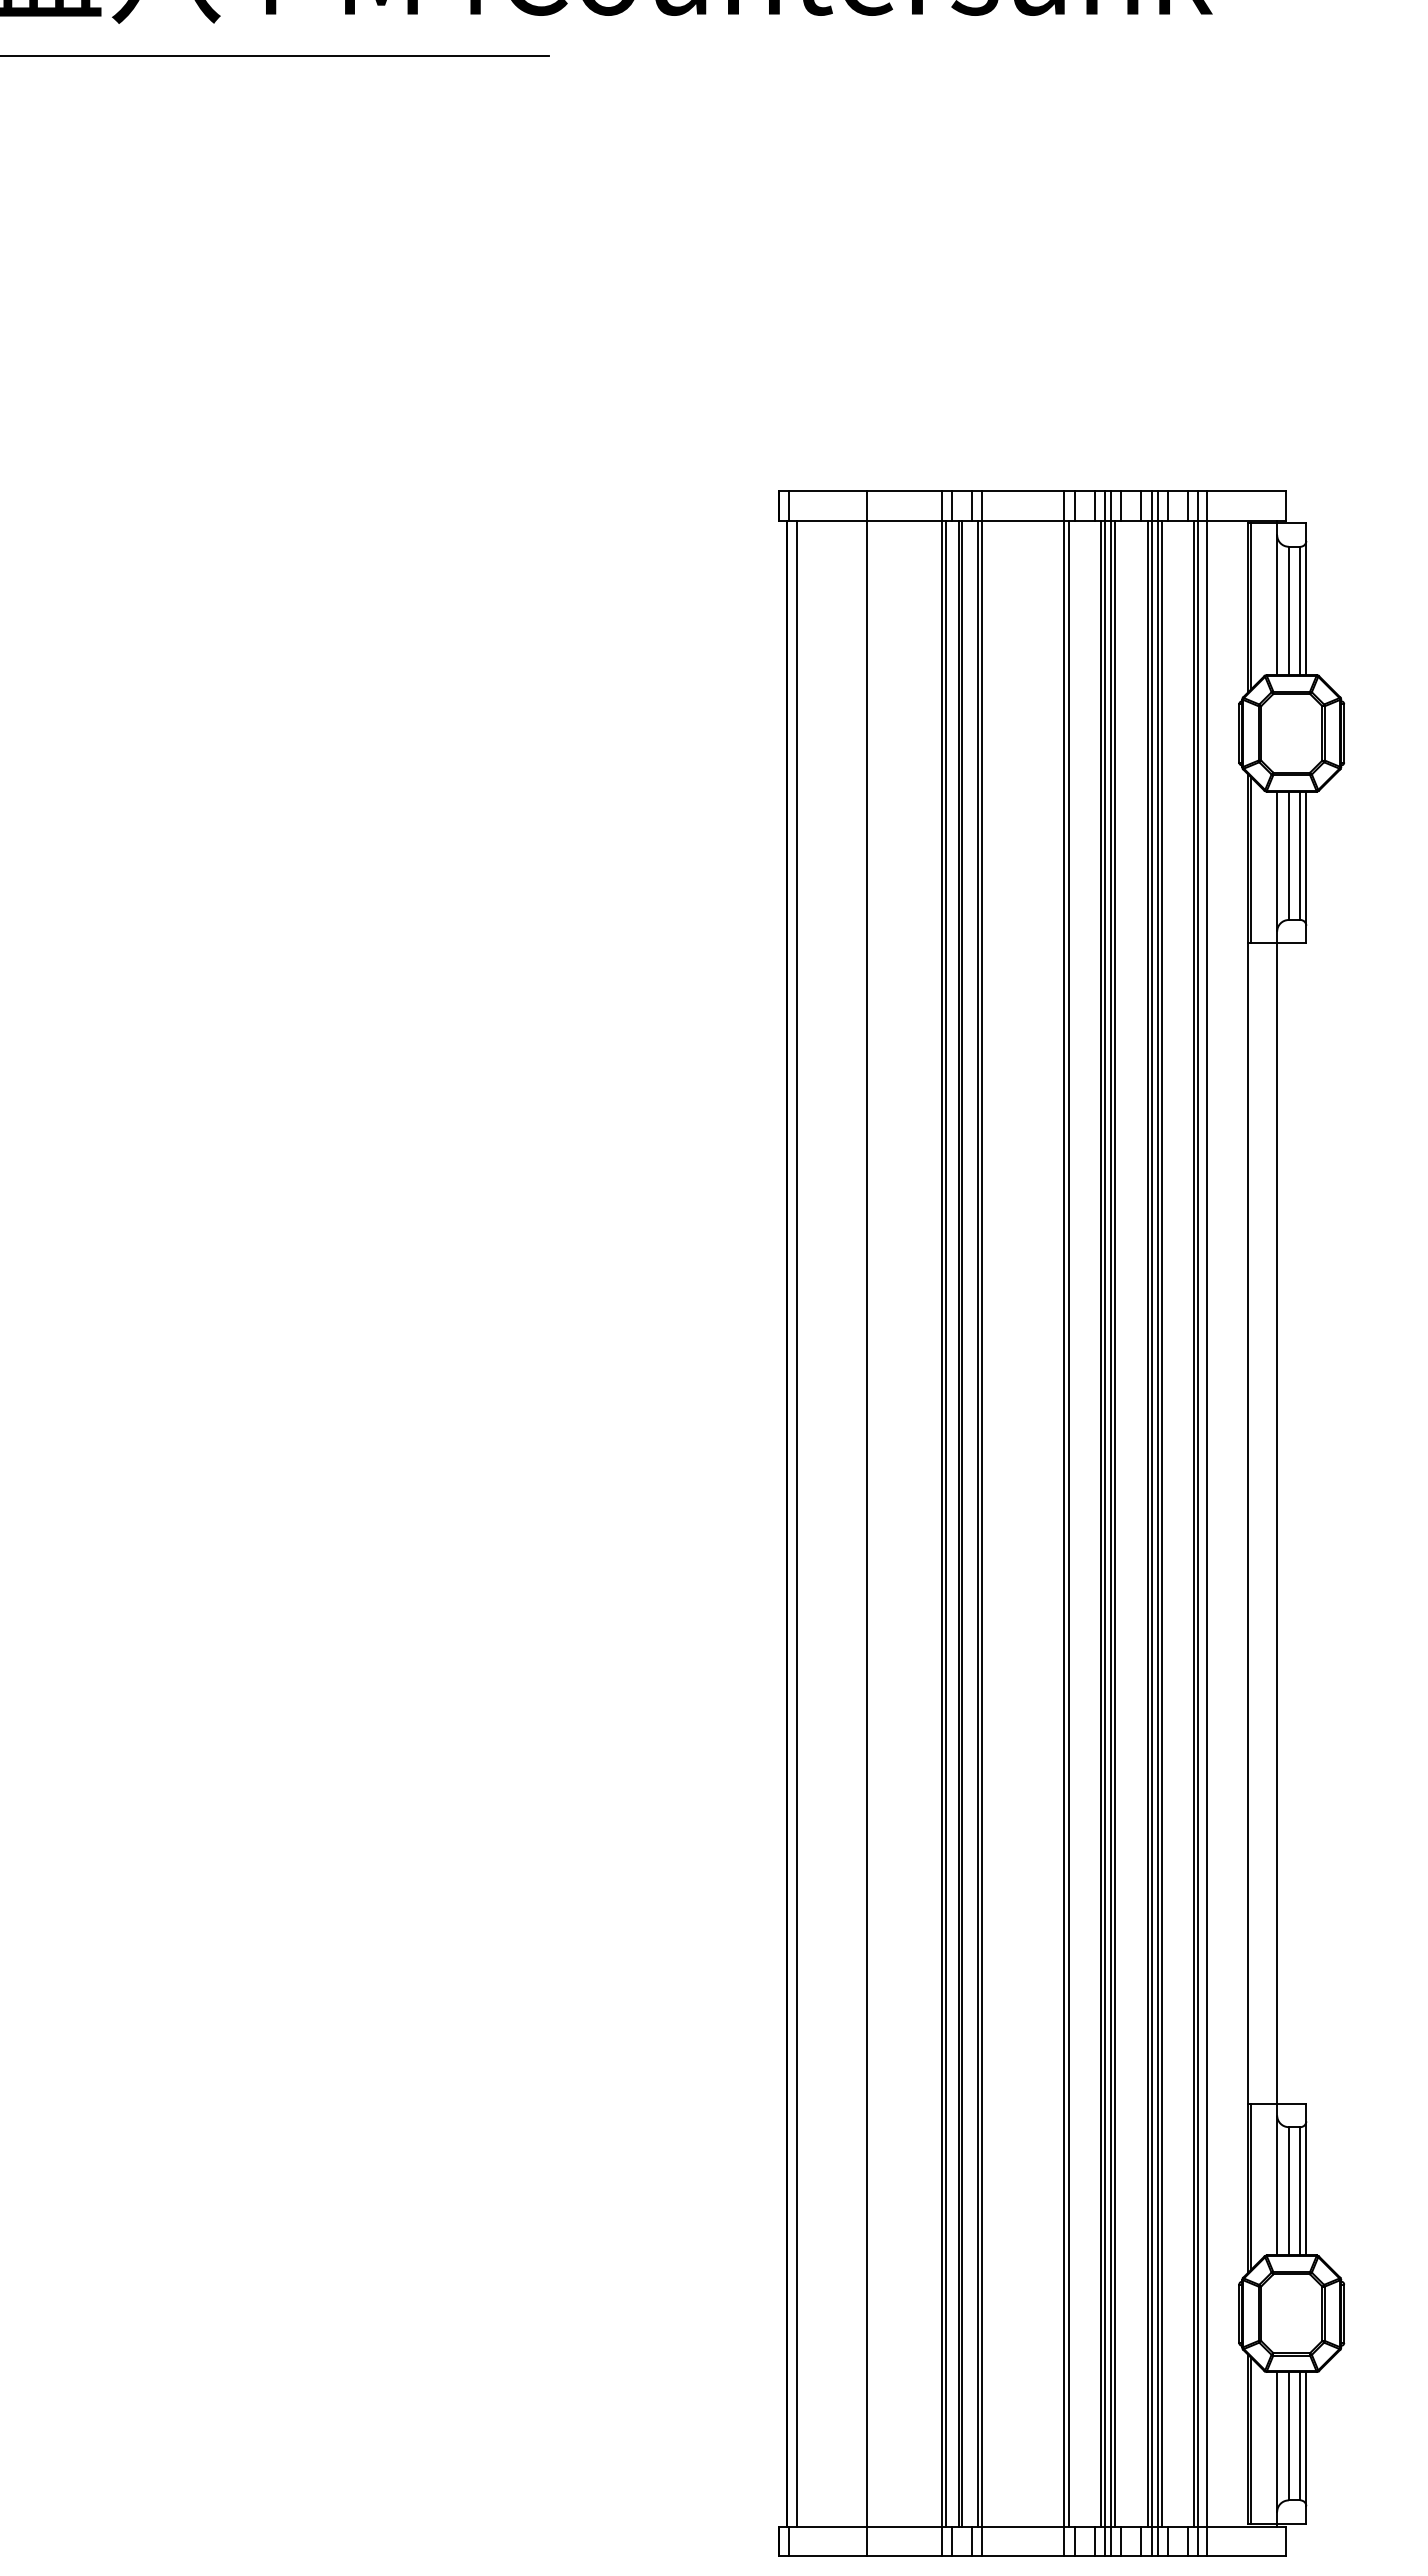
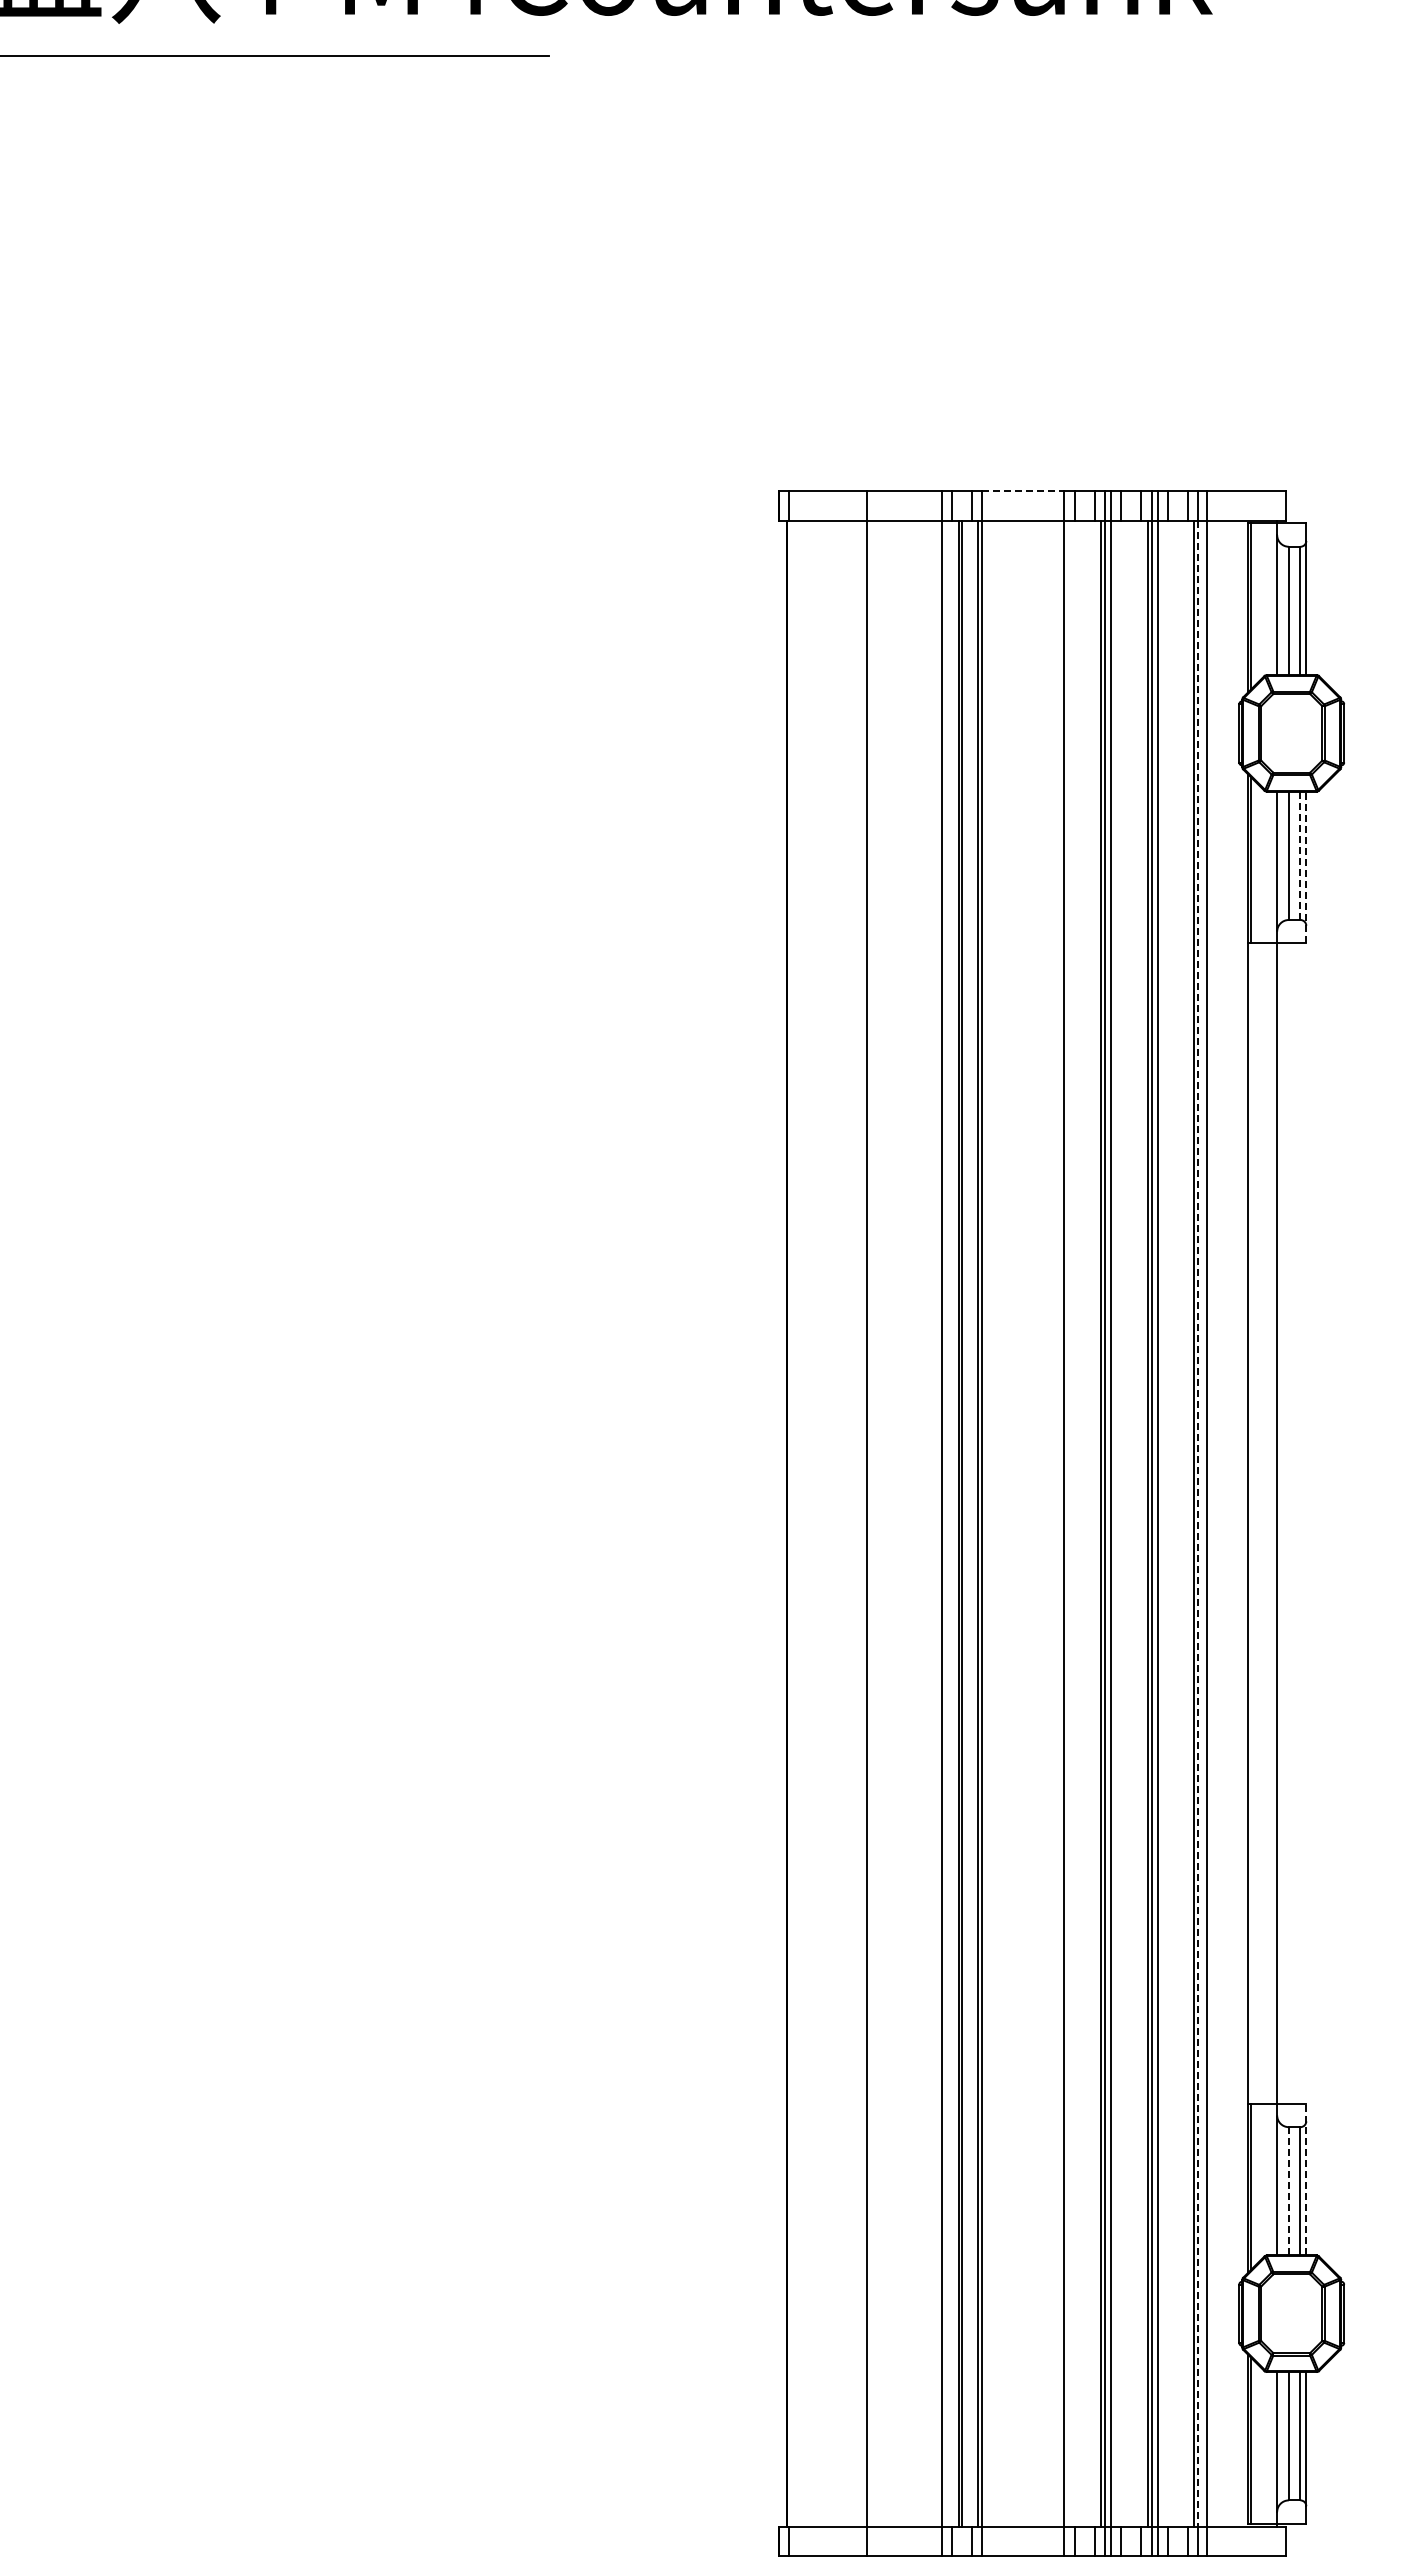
line at (1023, 491): solid -> dashed
line at (1300, 855): solid -> dashed
line at (1306, 867): solid -> dashed
line at (797, 1523): present -> none
line at (946, 1523): present -> none
line at (1068, 1523): present -> none
line at (1115, 1523): present -> none
line at (1161, 1523): present -> none
line at (1198, 1524): solid -> dashed
line at (1306, 2179): solid -> dashed
line at (1288, 2190): solid -> dashed
